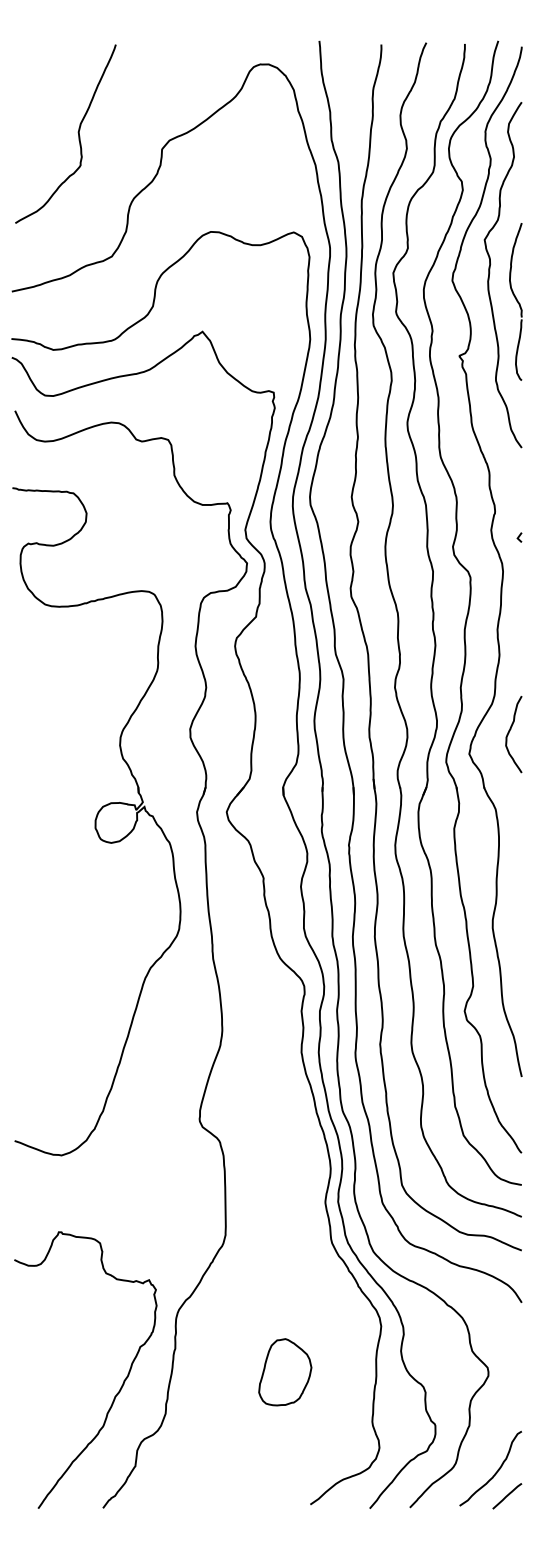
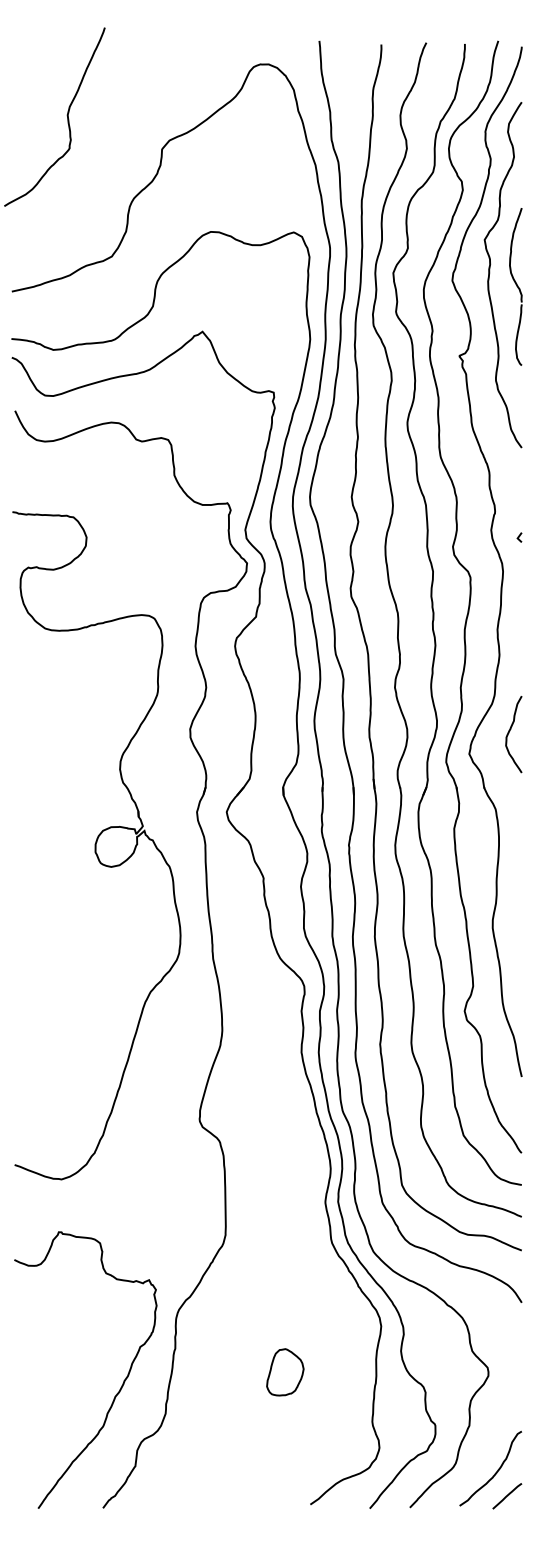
curve at (77, 132) position: (77, 132) -> (66, 115)
part at (515, 301) position: (515, 301) -> (515, 286)
part at (96, 821) position: (96, 821) -> (96, 845)
part at (285, 1372) size: 55x69 px -> 39x49 px
